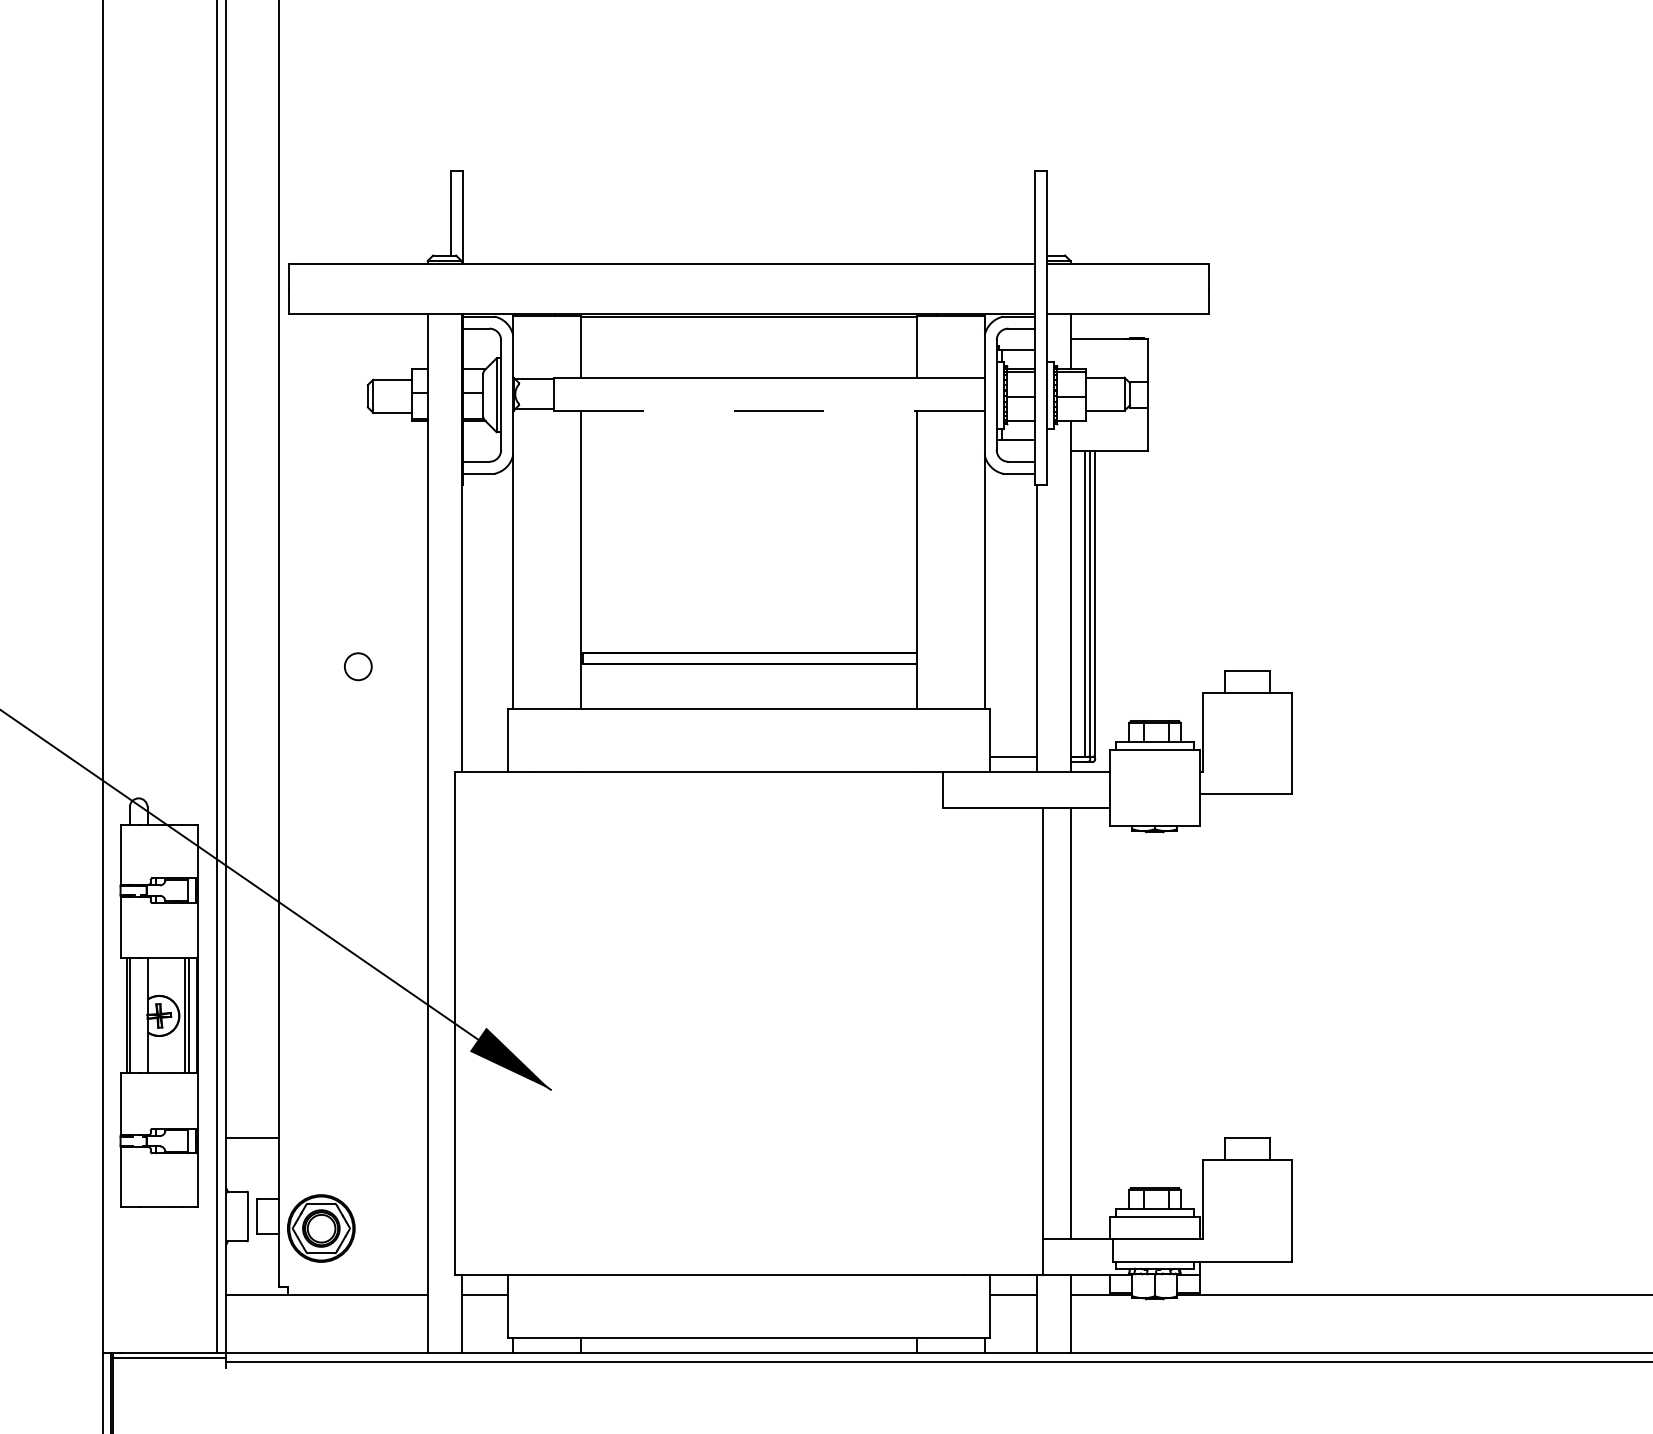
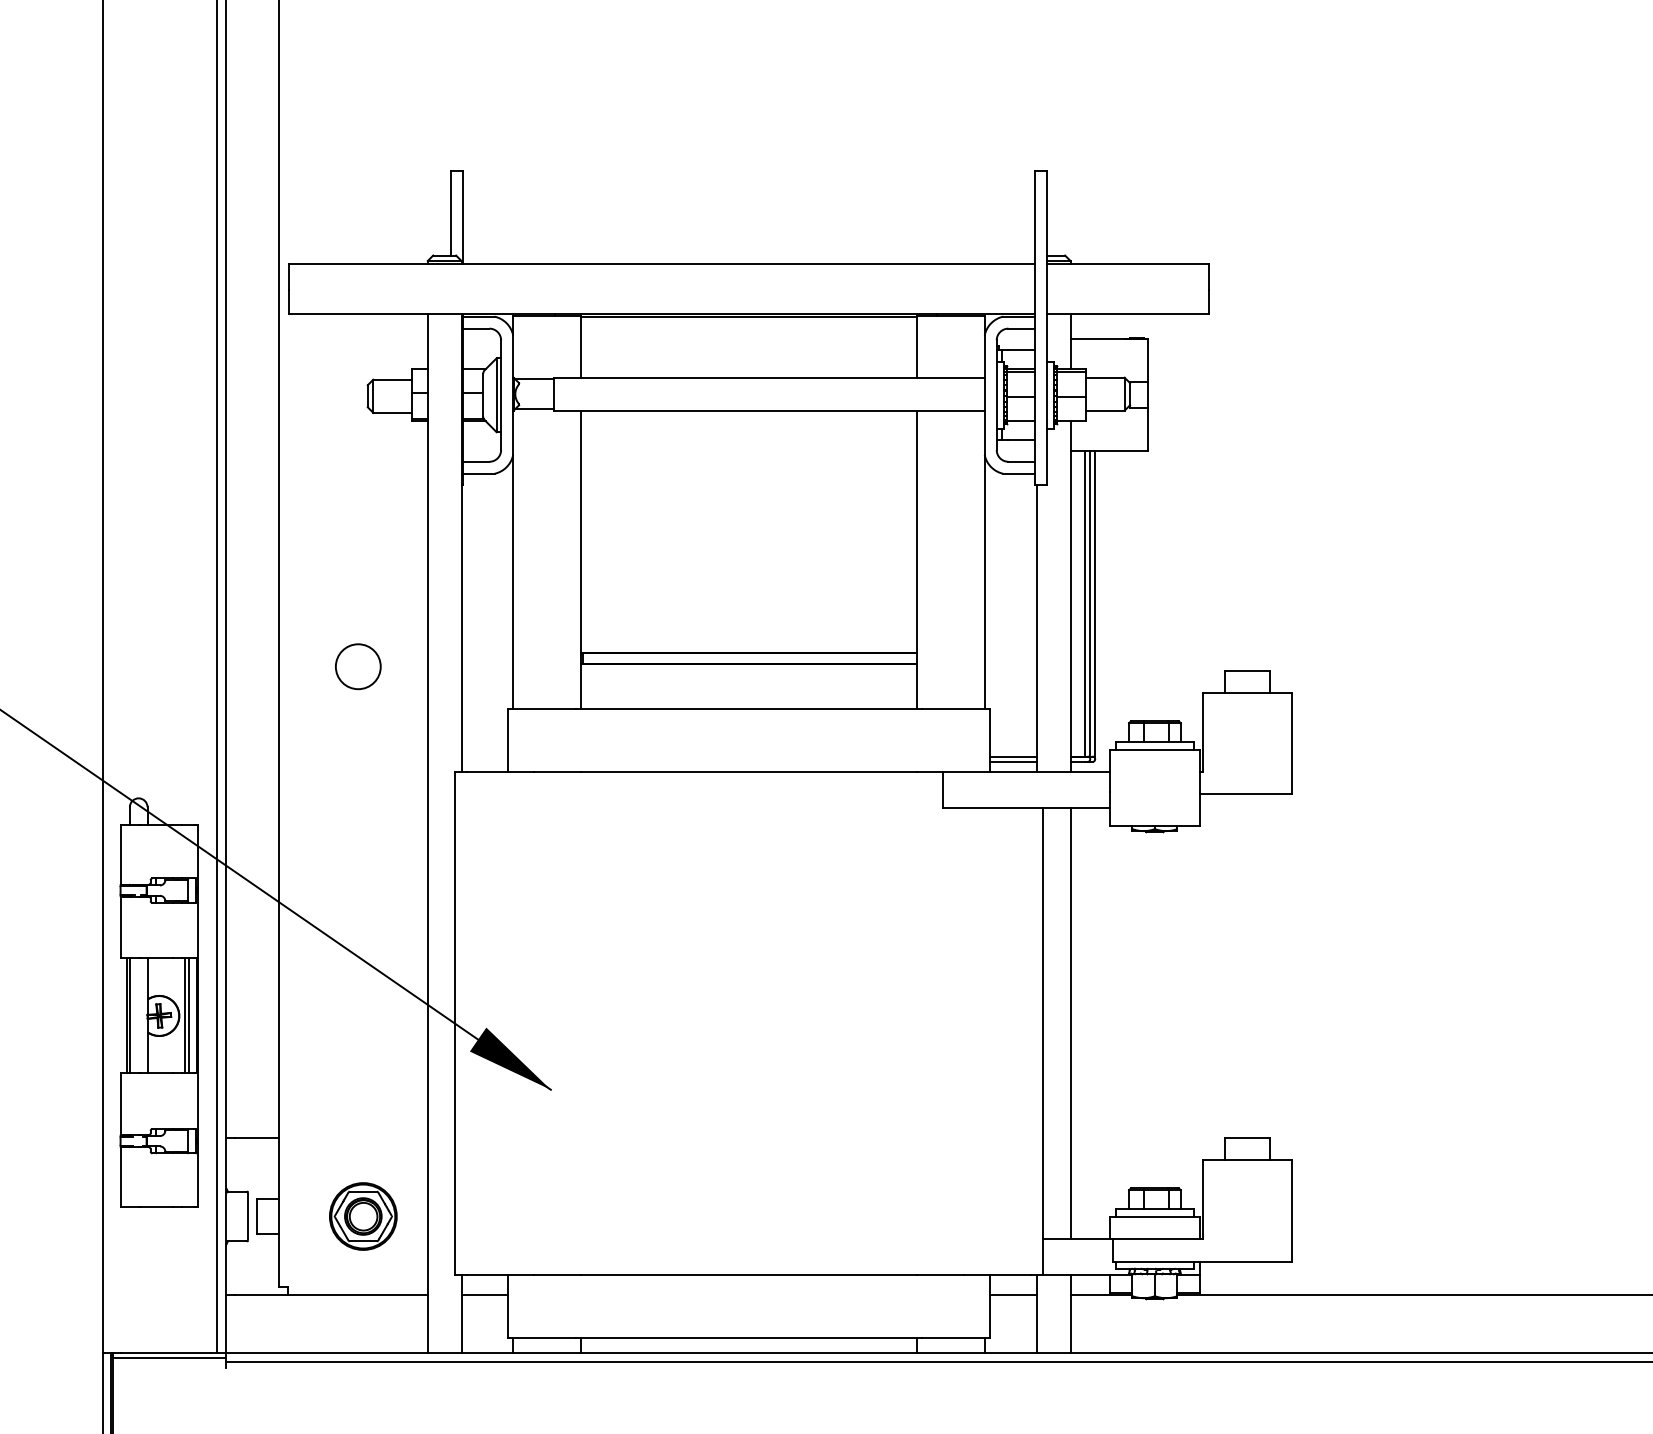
line at (770, 410): dashed -> solid
circle at (357, 666) diameter: 27 px -> 45 px
line at (1013, 761): none -> present
part at (321, 1228) position: (321, 1228) -> (363, 1216)
